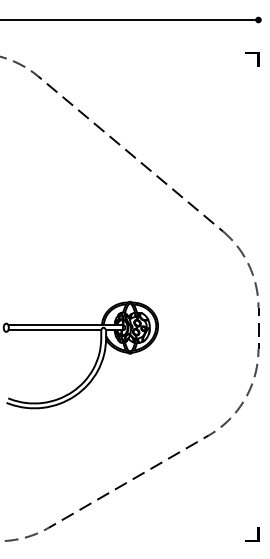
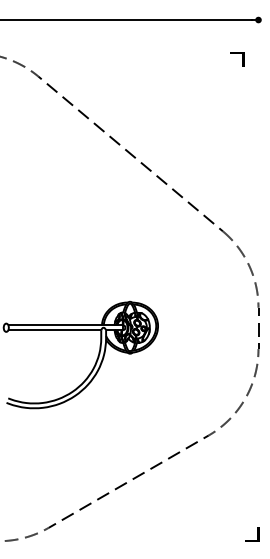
line at (257, 59) position: (257, 59) -> (242, 59)
